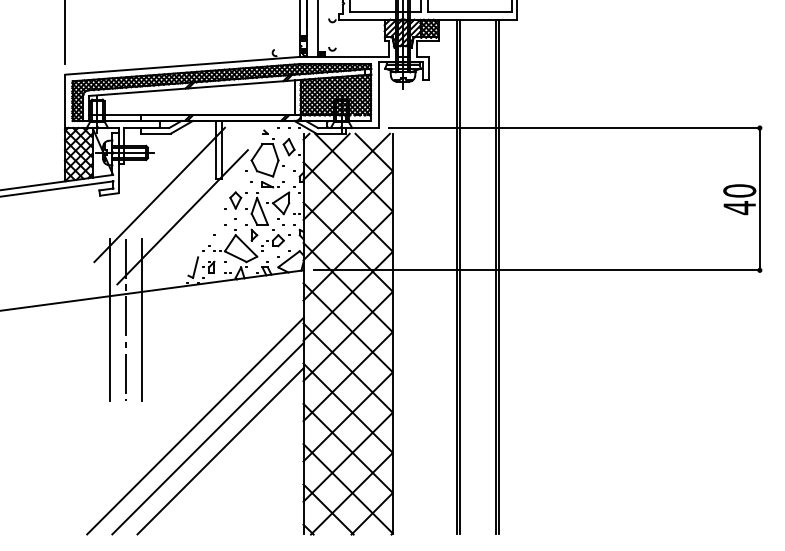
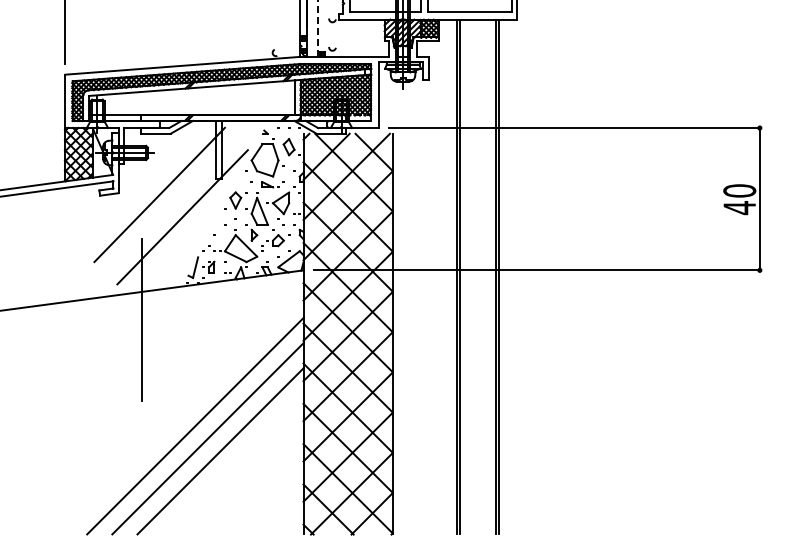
line at (318, 28): solid -> dashed
line at (109, 319): present -> none
line at (125, 319): present -> none
